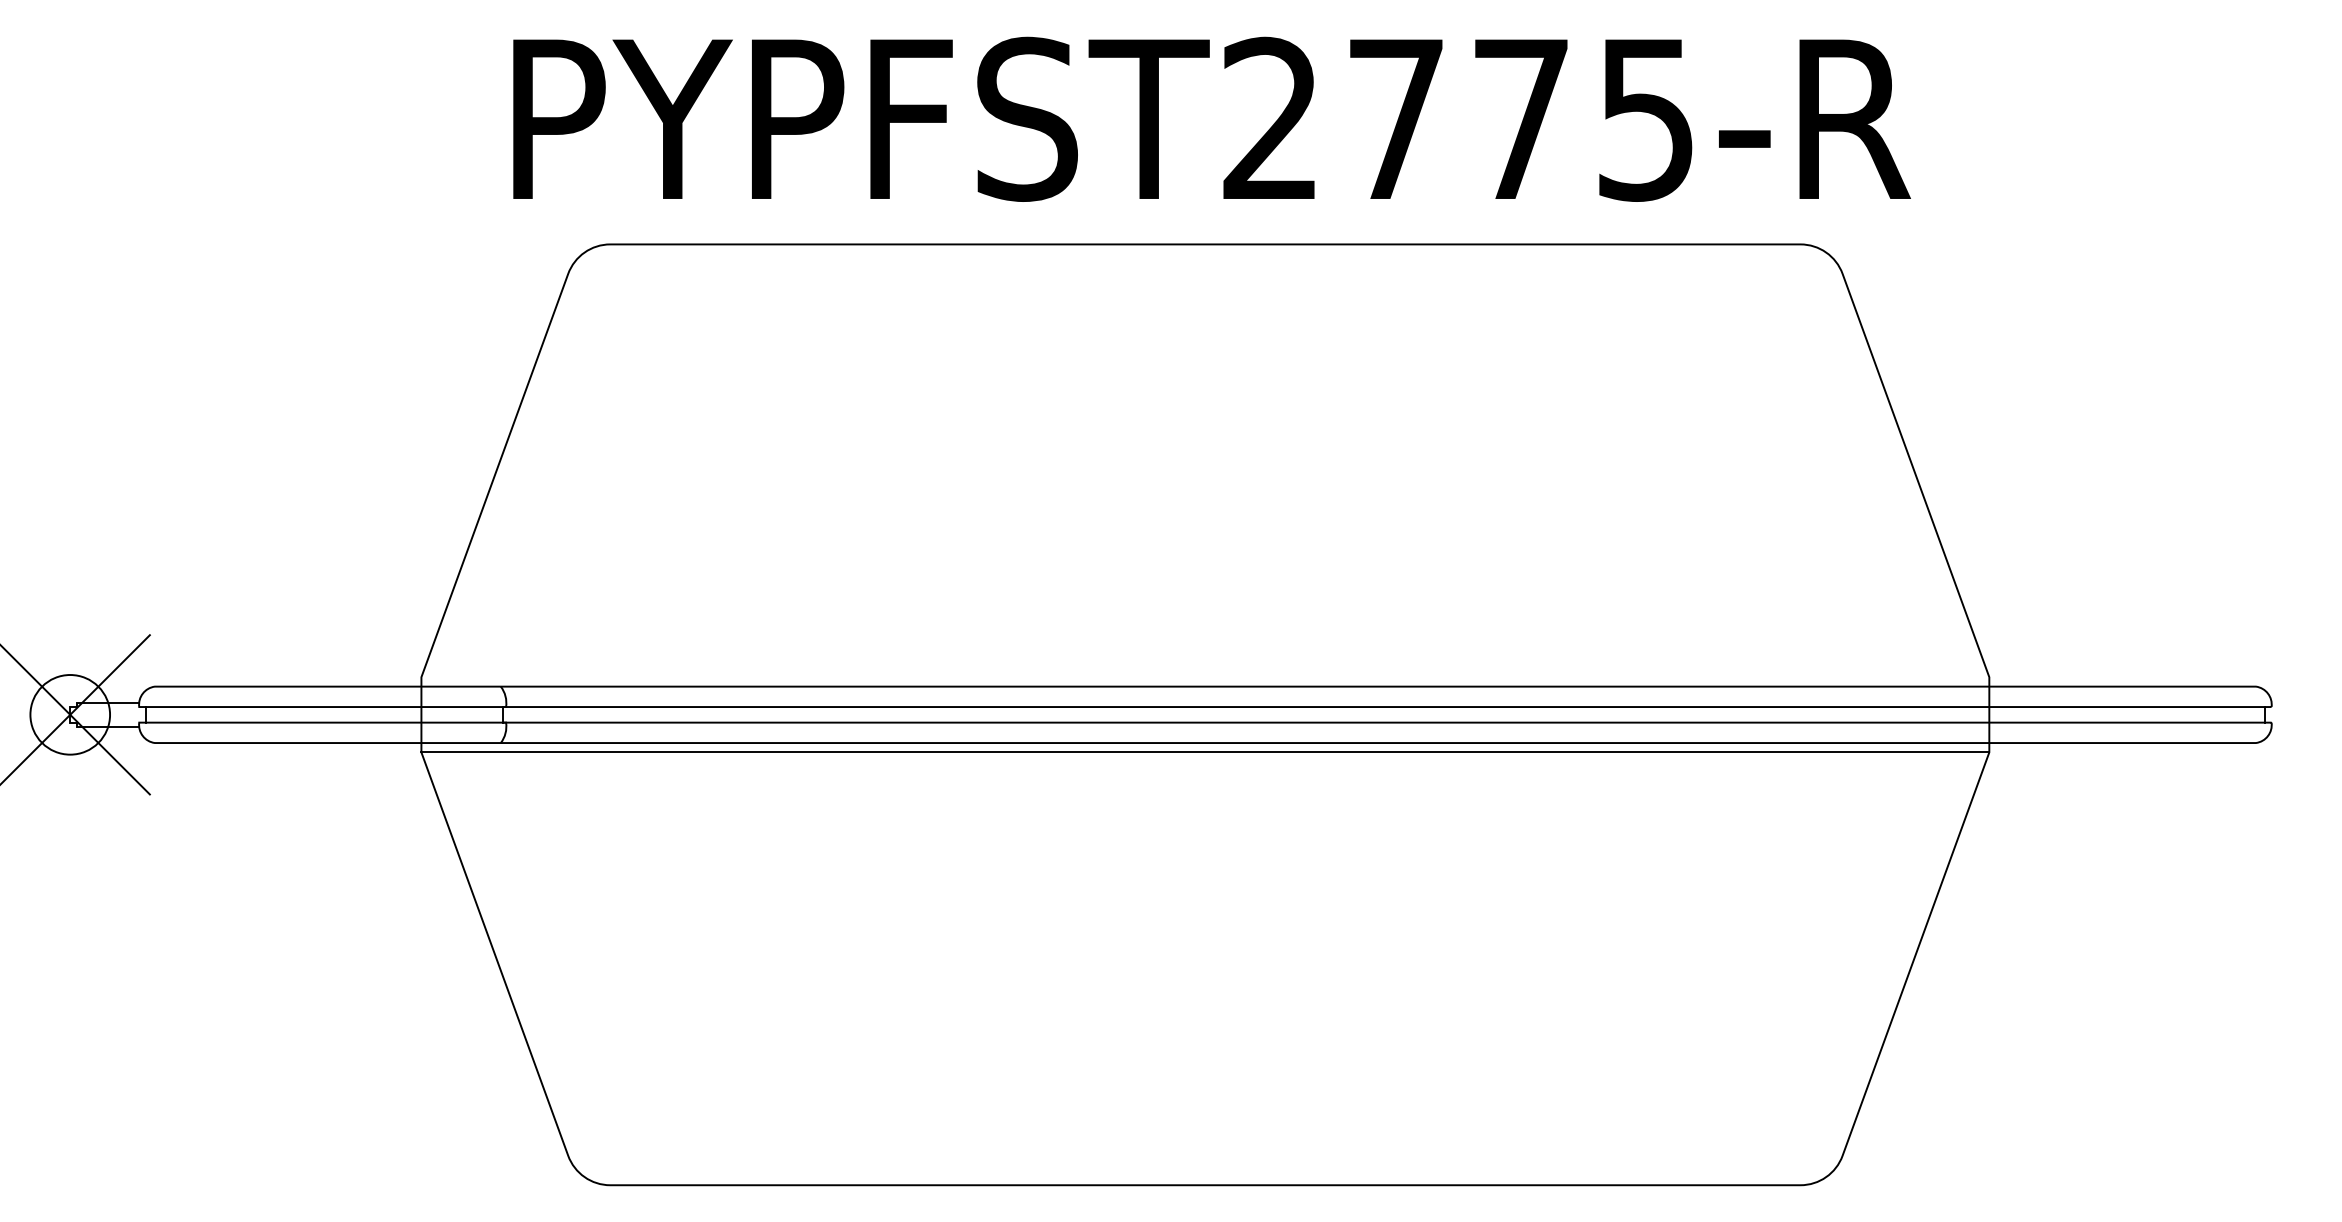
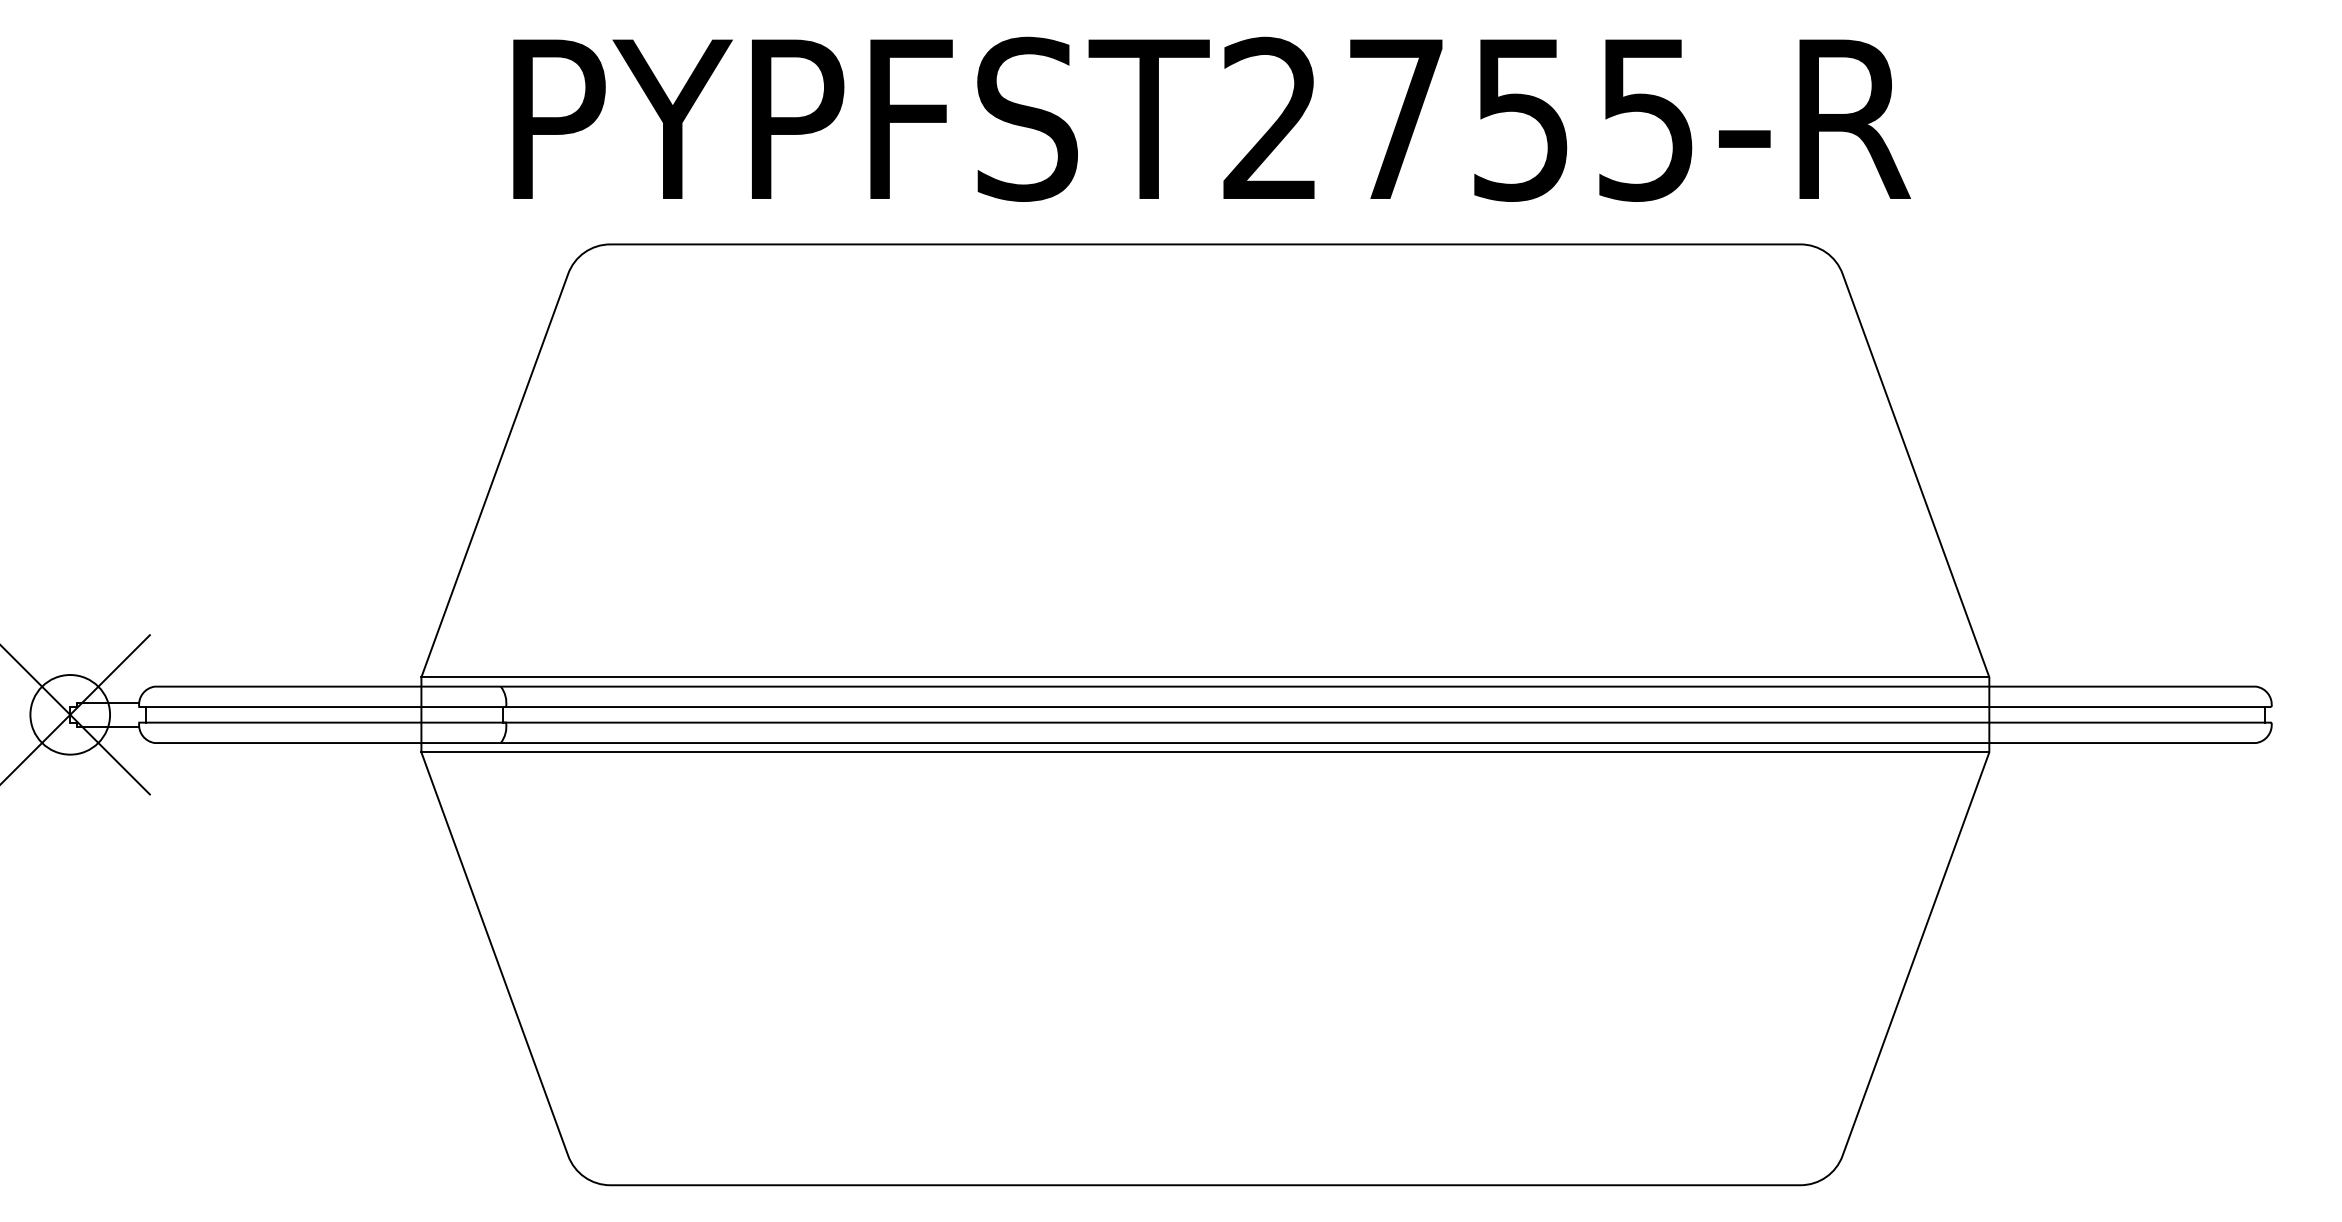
text at (1520, 120): PYPFST2775-R -> PYPFST2755-R
line at (1205, 677): none -> present
